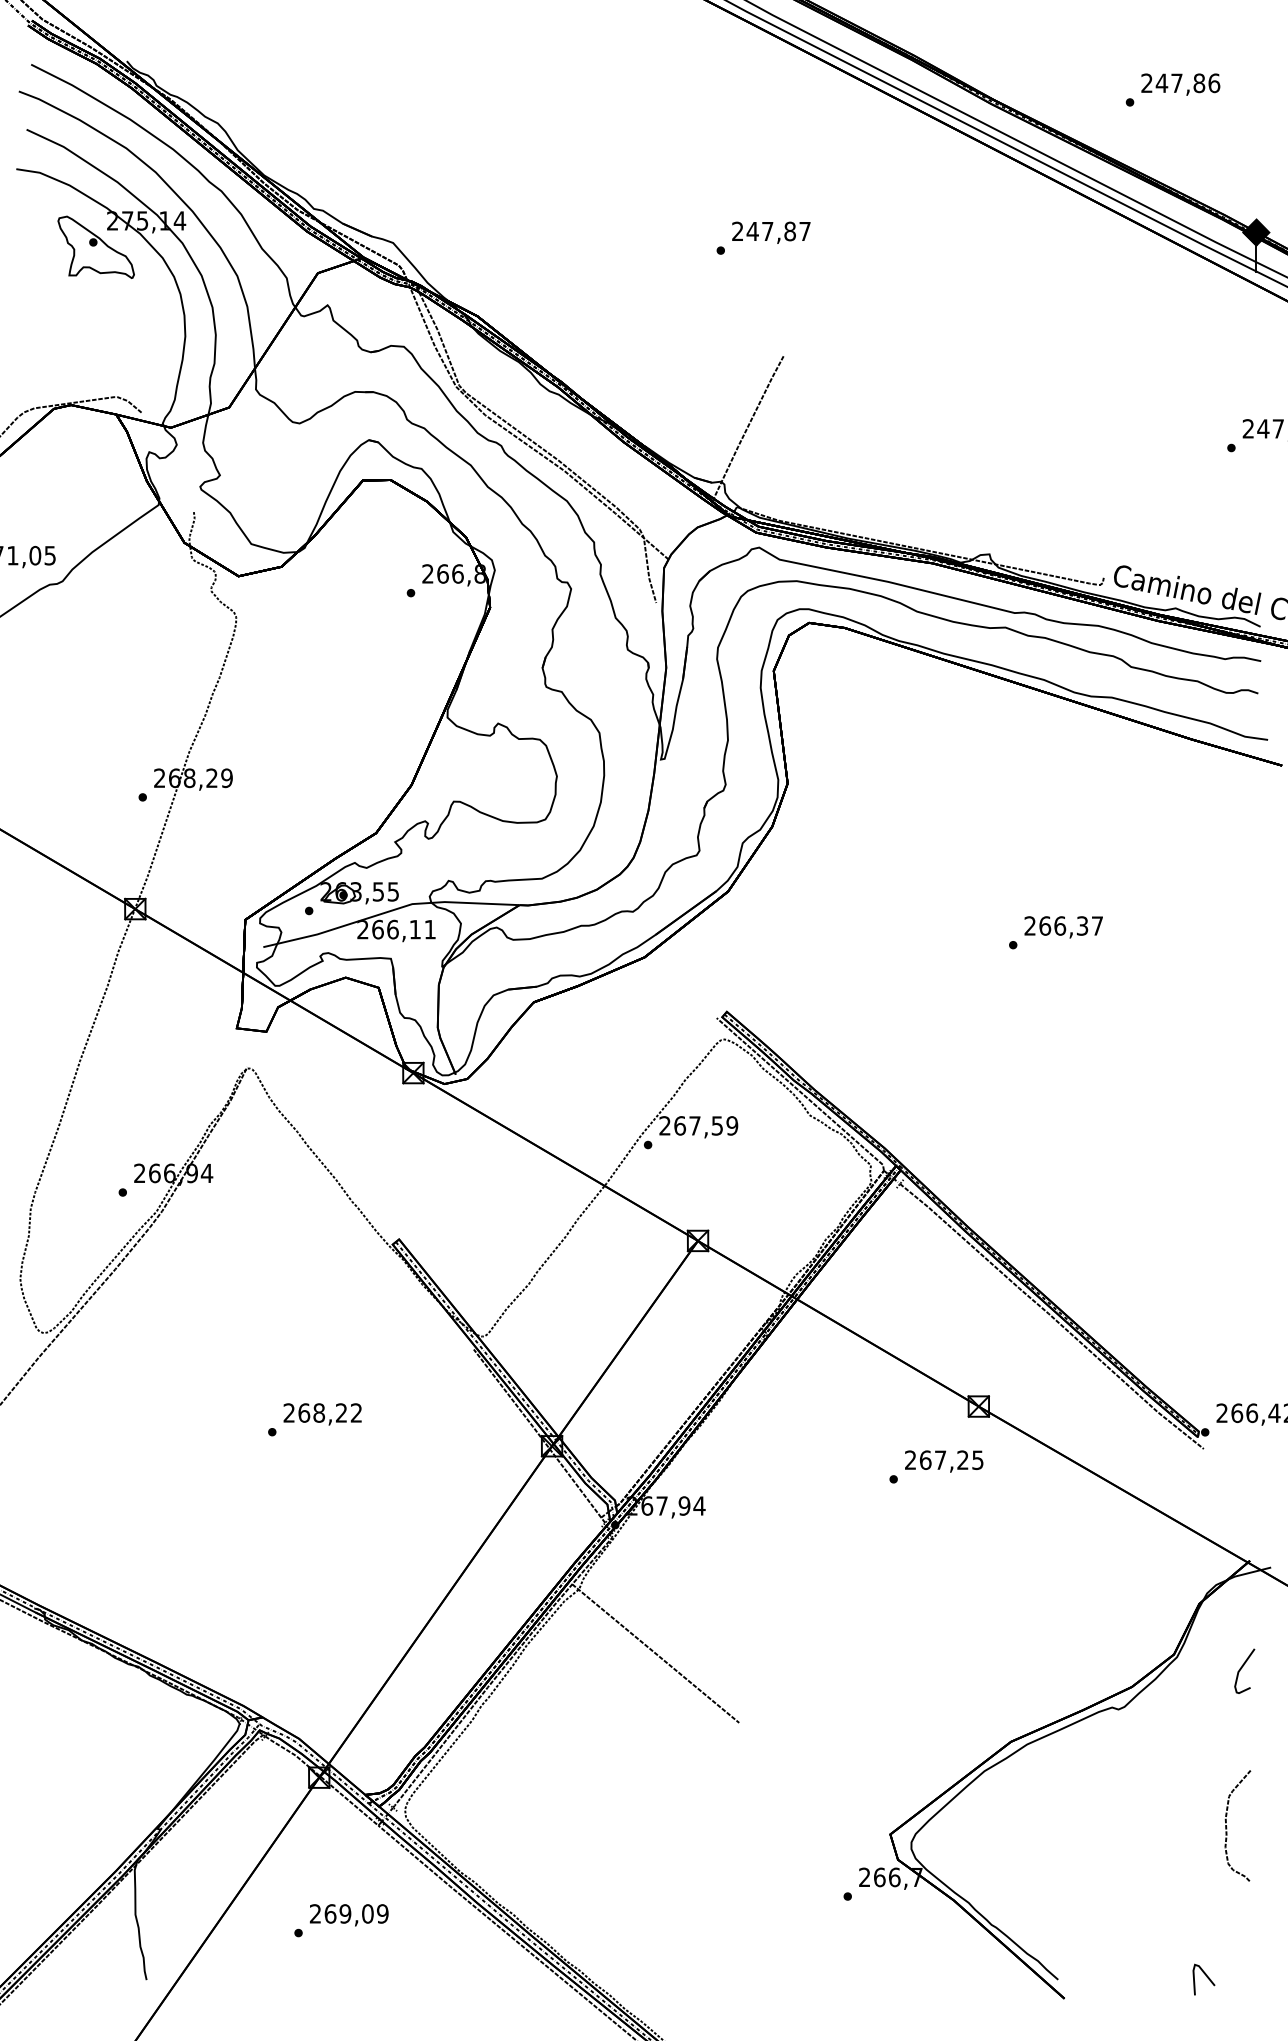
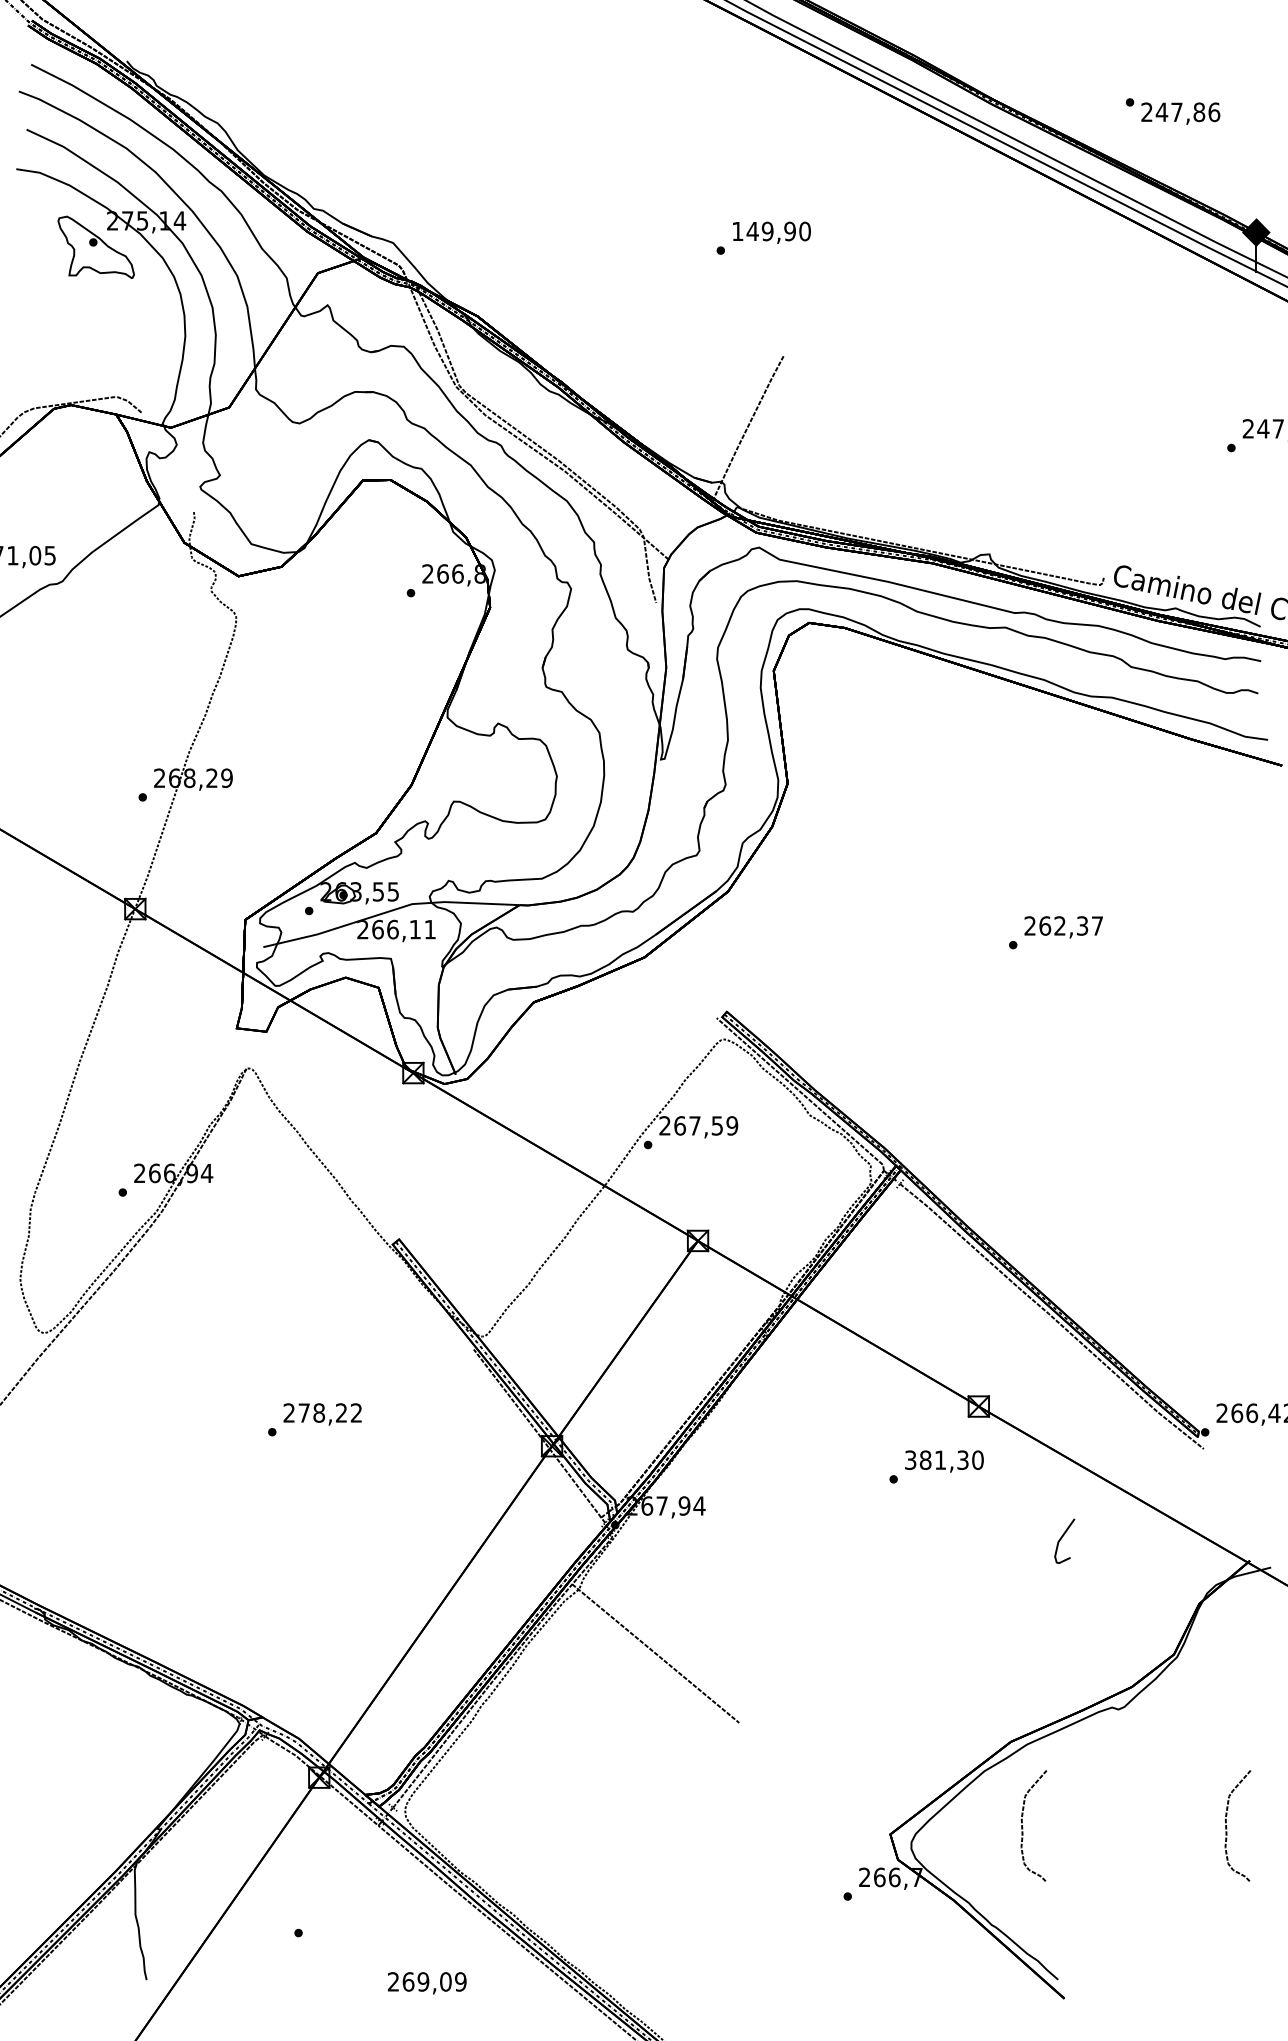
text at (1180, 84) position: (1180, 84) -> (1180, 113)
text at (771, 231): 247,87 -> 149,90
text at (1060, 925): 266,37 -> 262,37
text at (304, 1412): 268,22 -> 278,22
text at (944, 1460): 267,25 -> 381,30
curve at (1242, 1668) position: (1242, 1668) -> (1062, 1538)
curve at (1023, 1827): none -> present
text at (349, 1915) position: (349, 1915) -> (427, 1983)
line at (1206, 1977): present -> none
